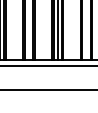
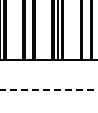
line at (48, 66): present -> none
line at (49, 89): solid -> dashed
